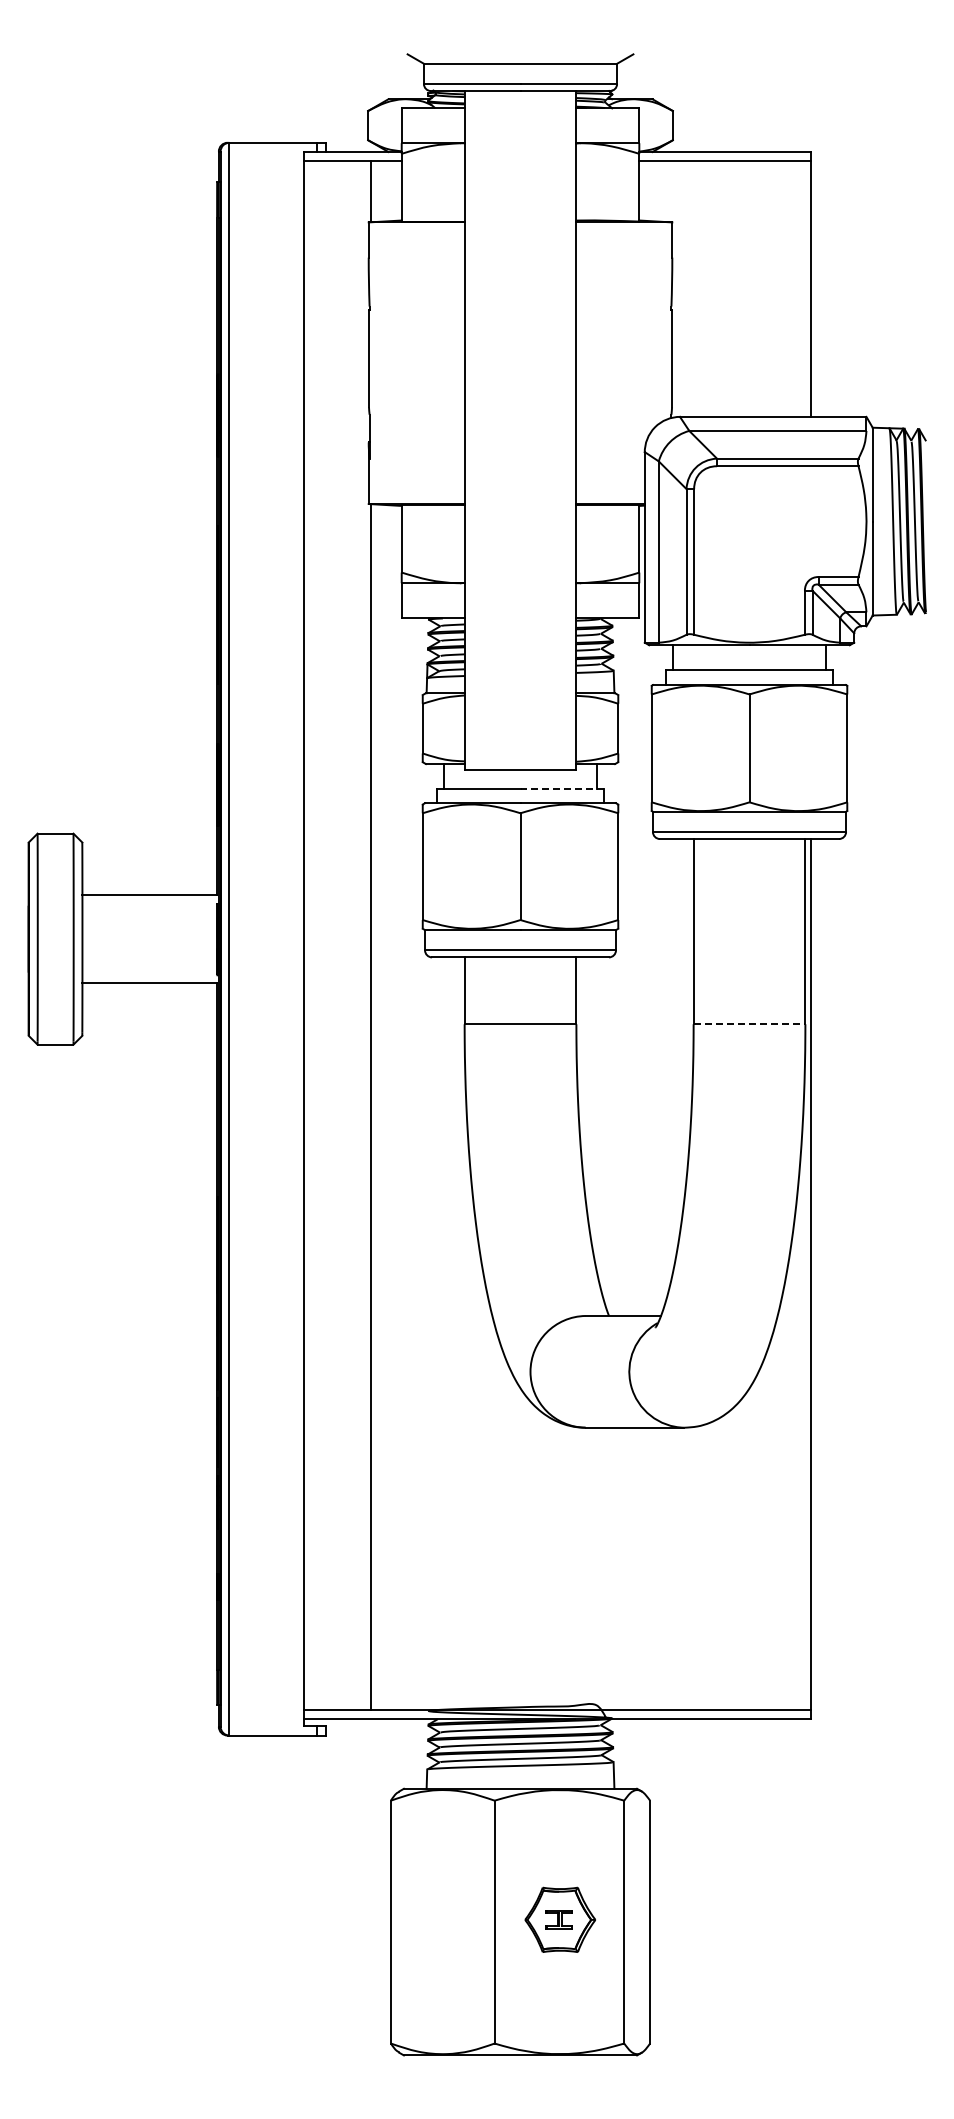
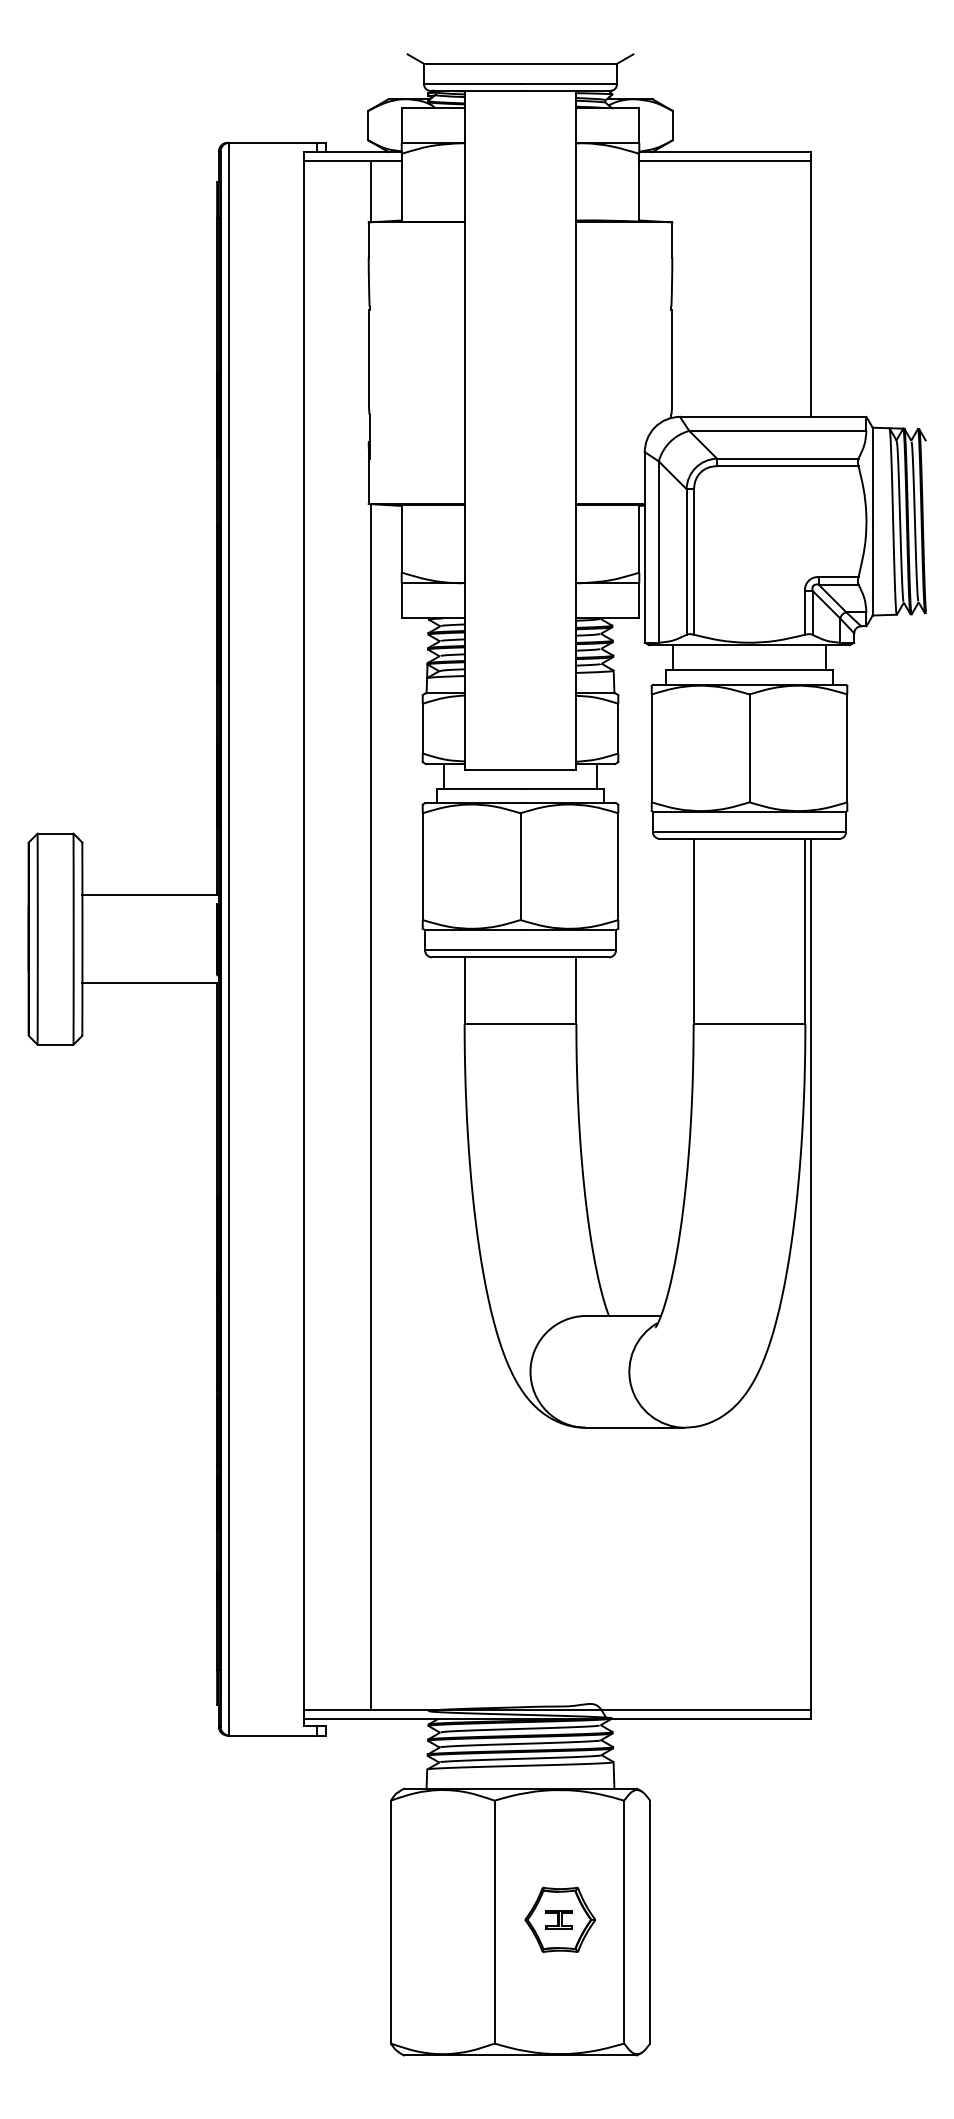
line at (562, 788): dashed -> solid
line at (749, 1024): dashed -> solid
